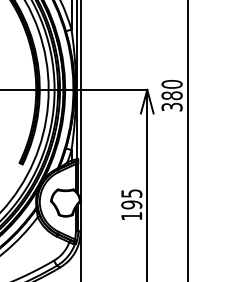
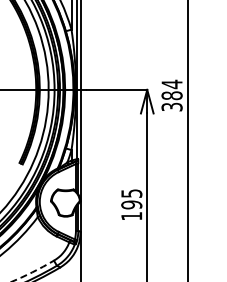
text at (171, 84): 380 -> 384
arc at (33, 272): solid -> dashed
